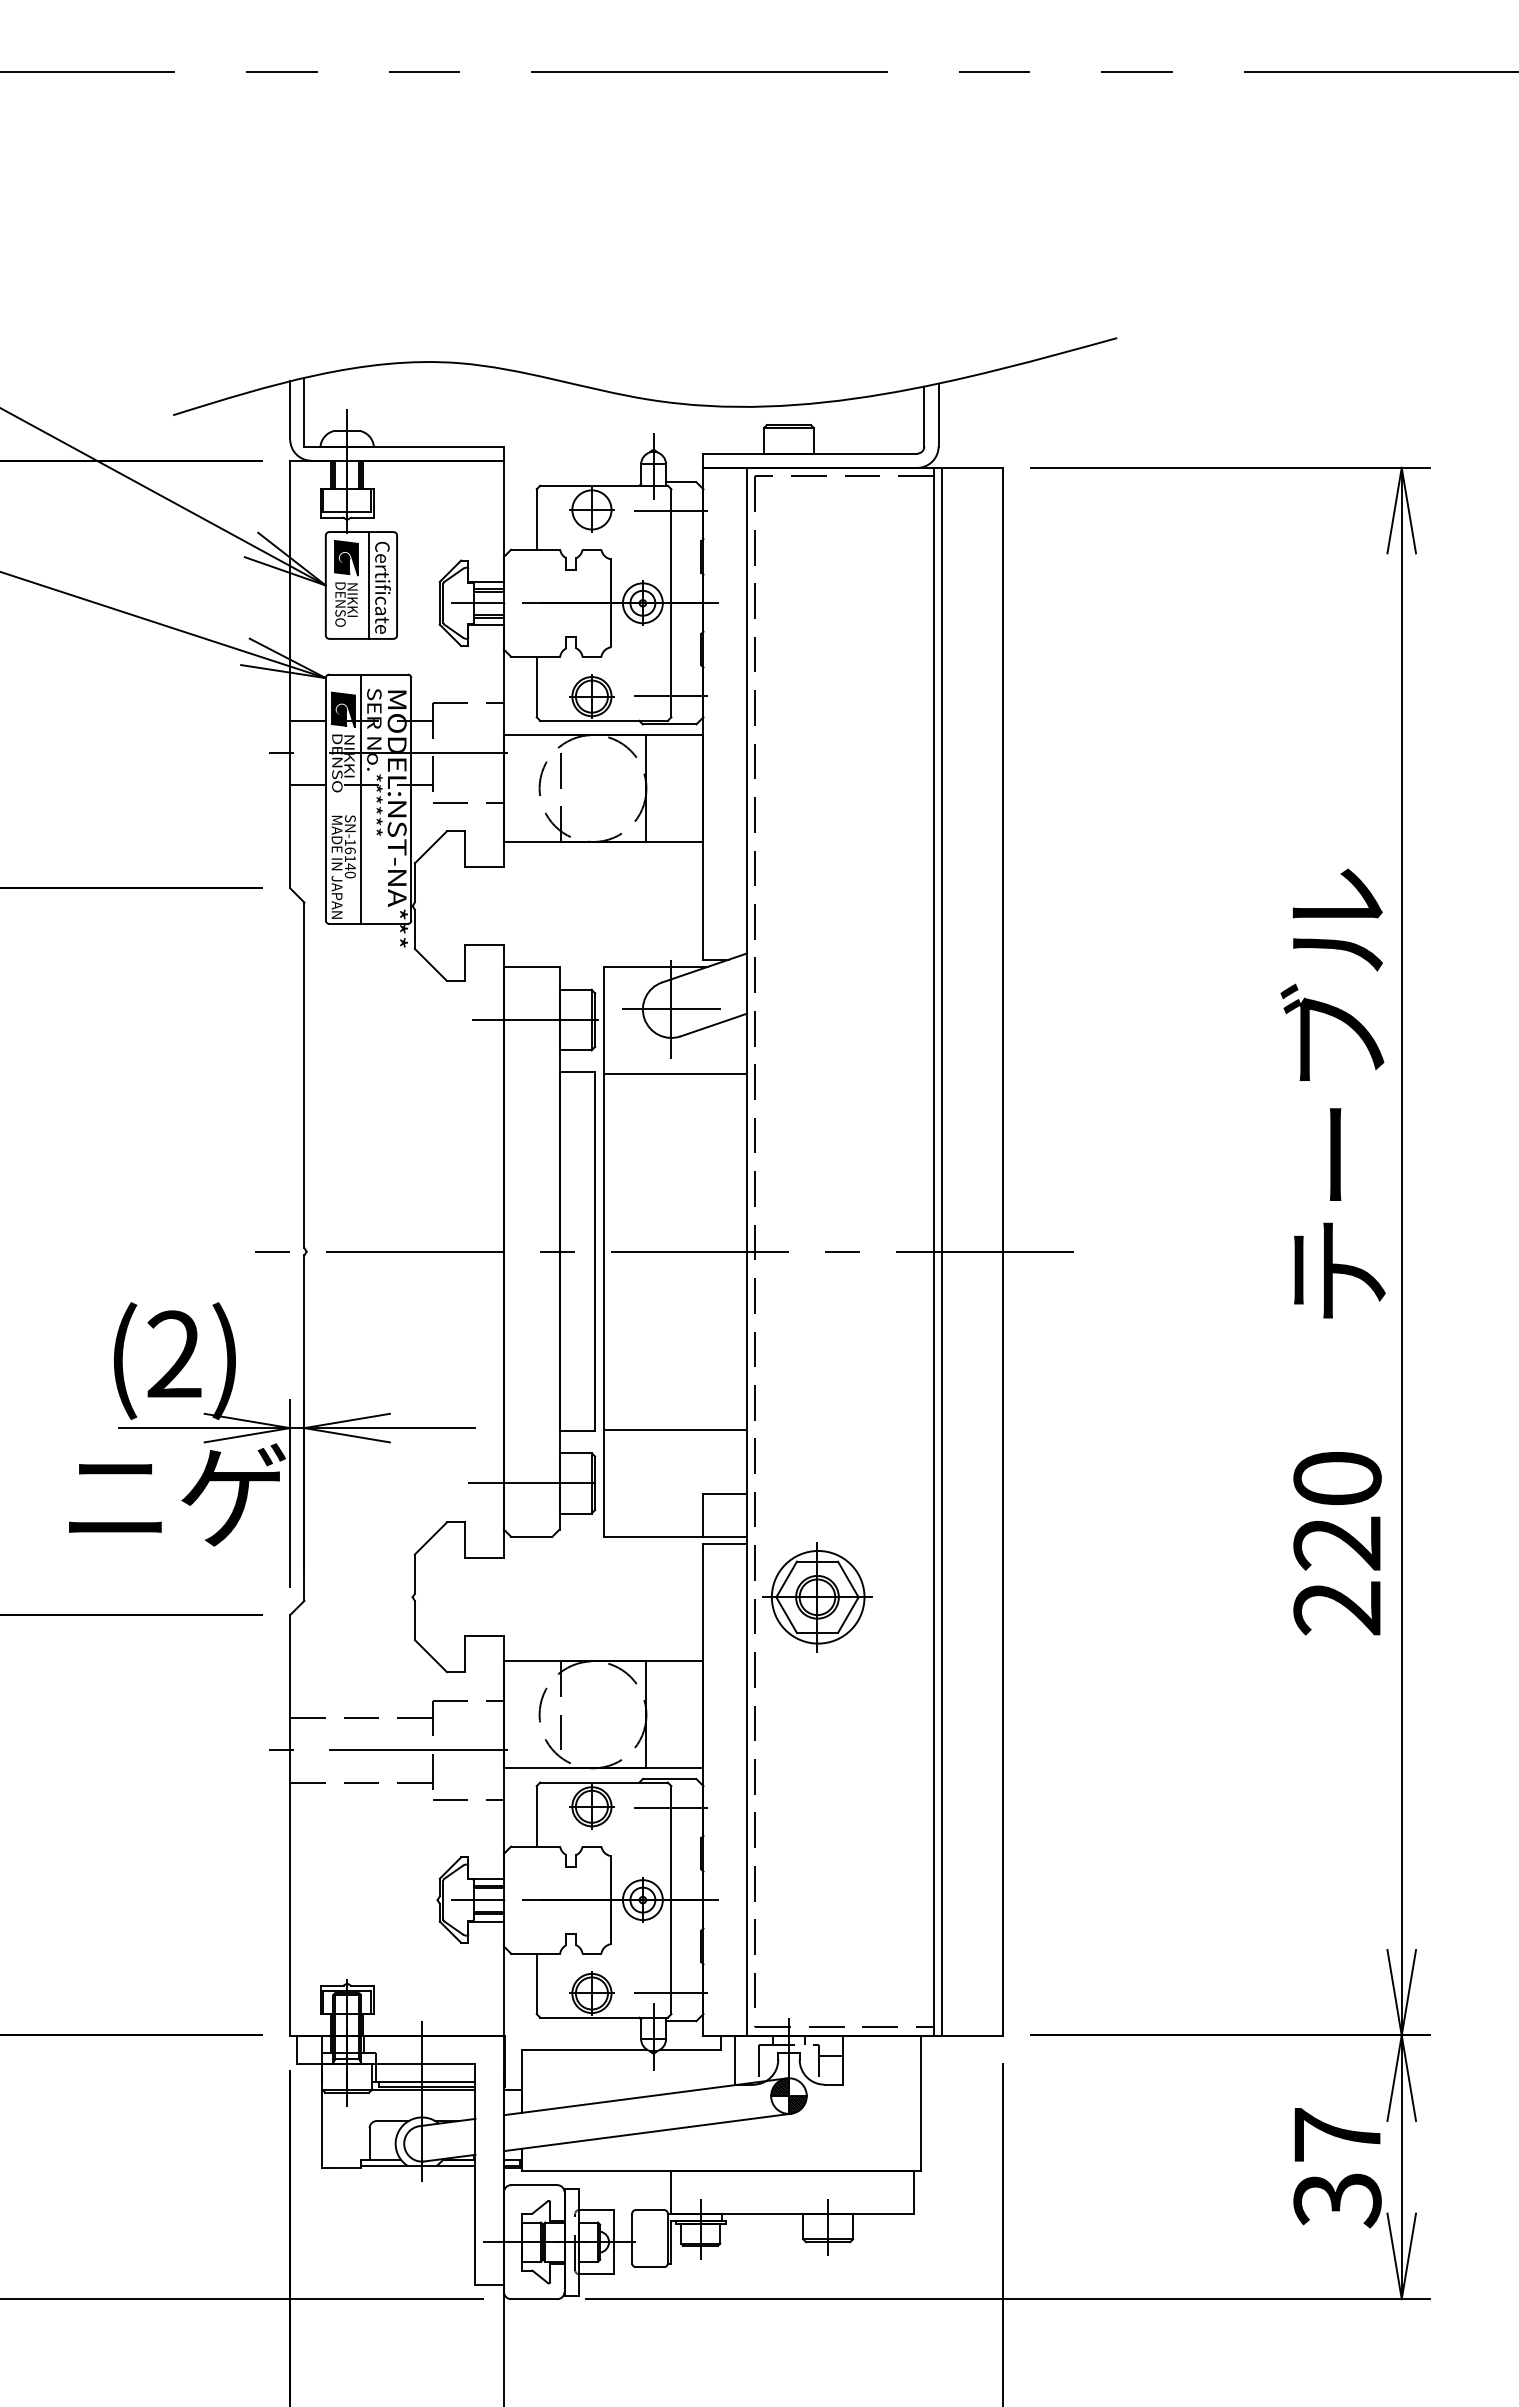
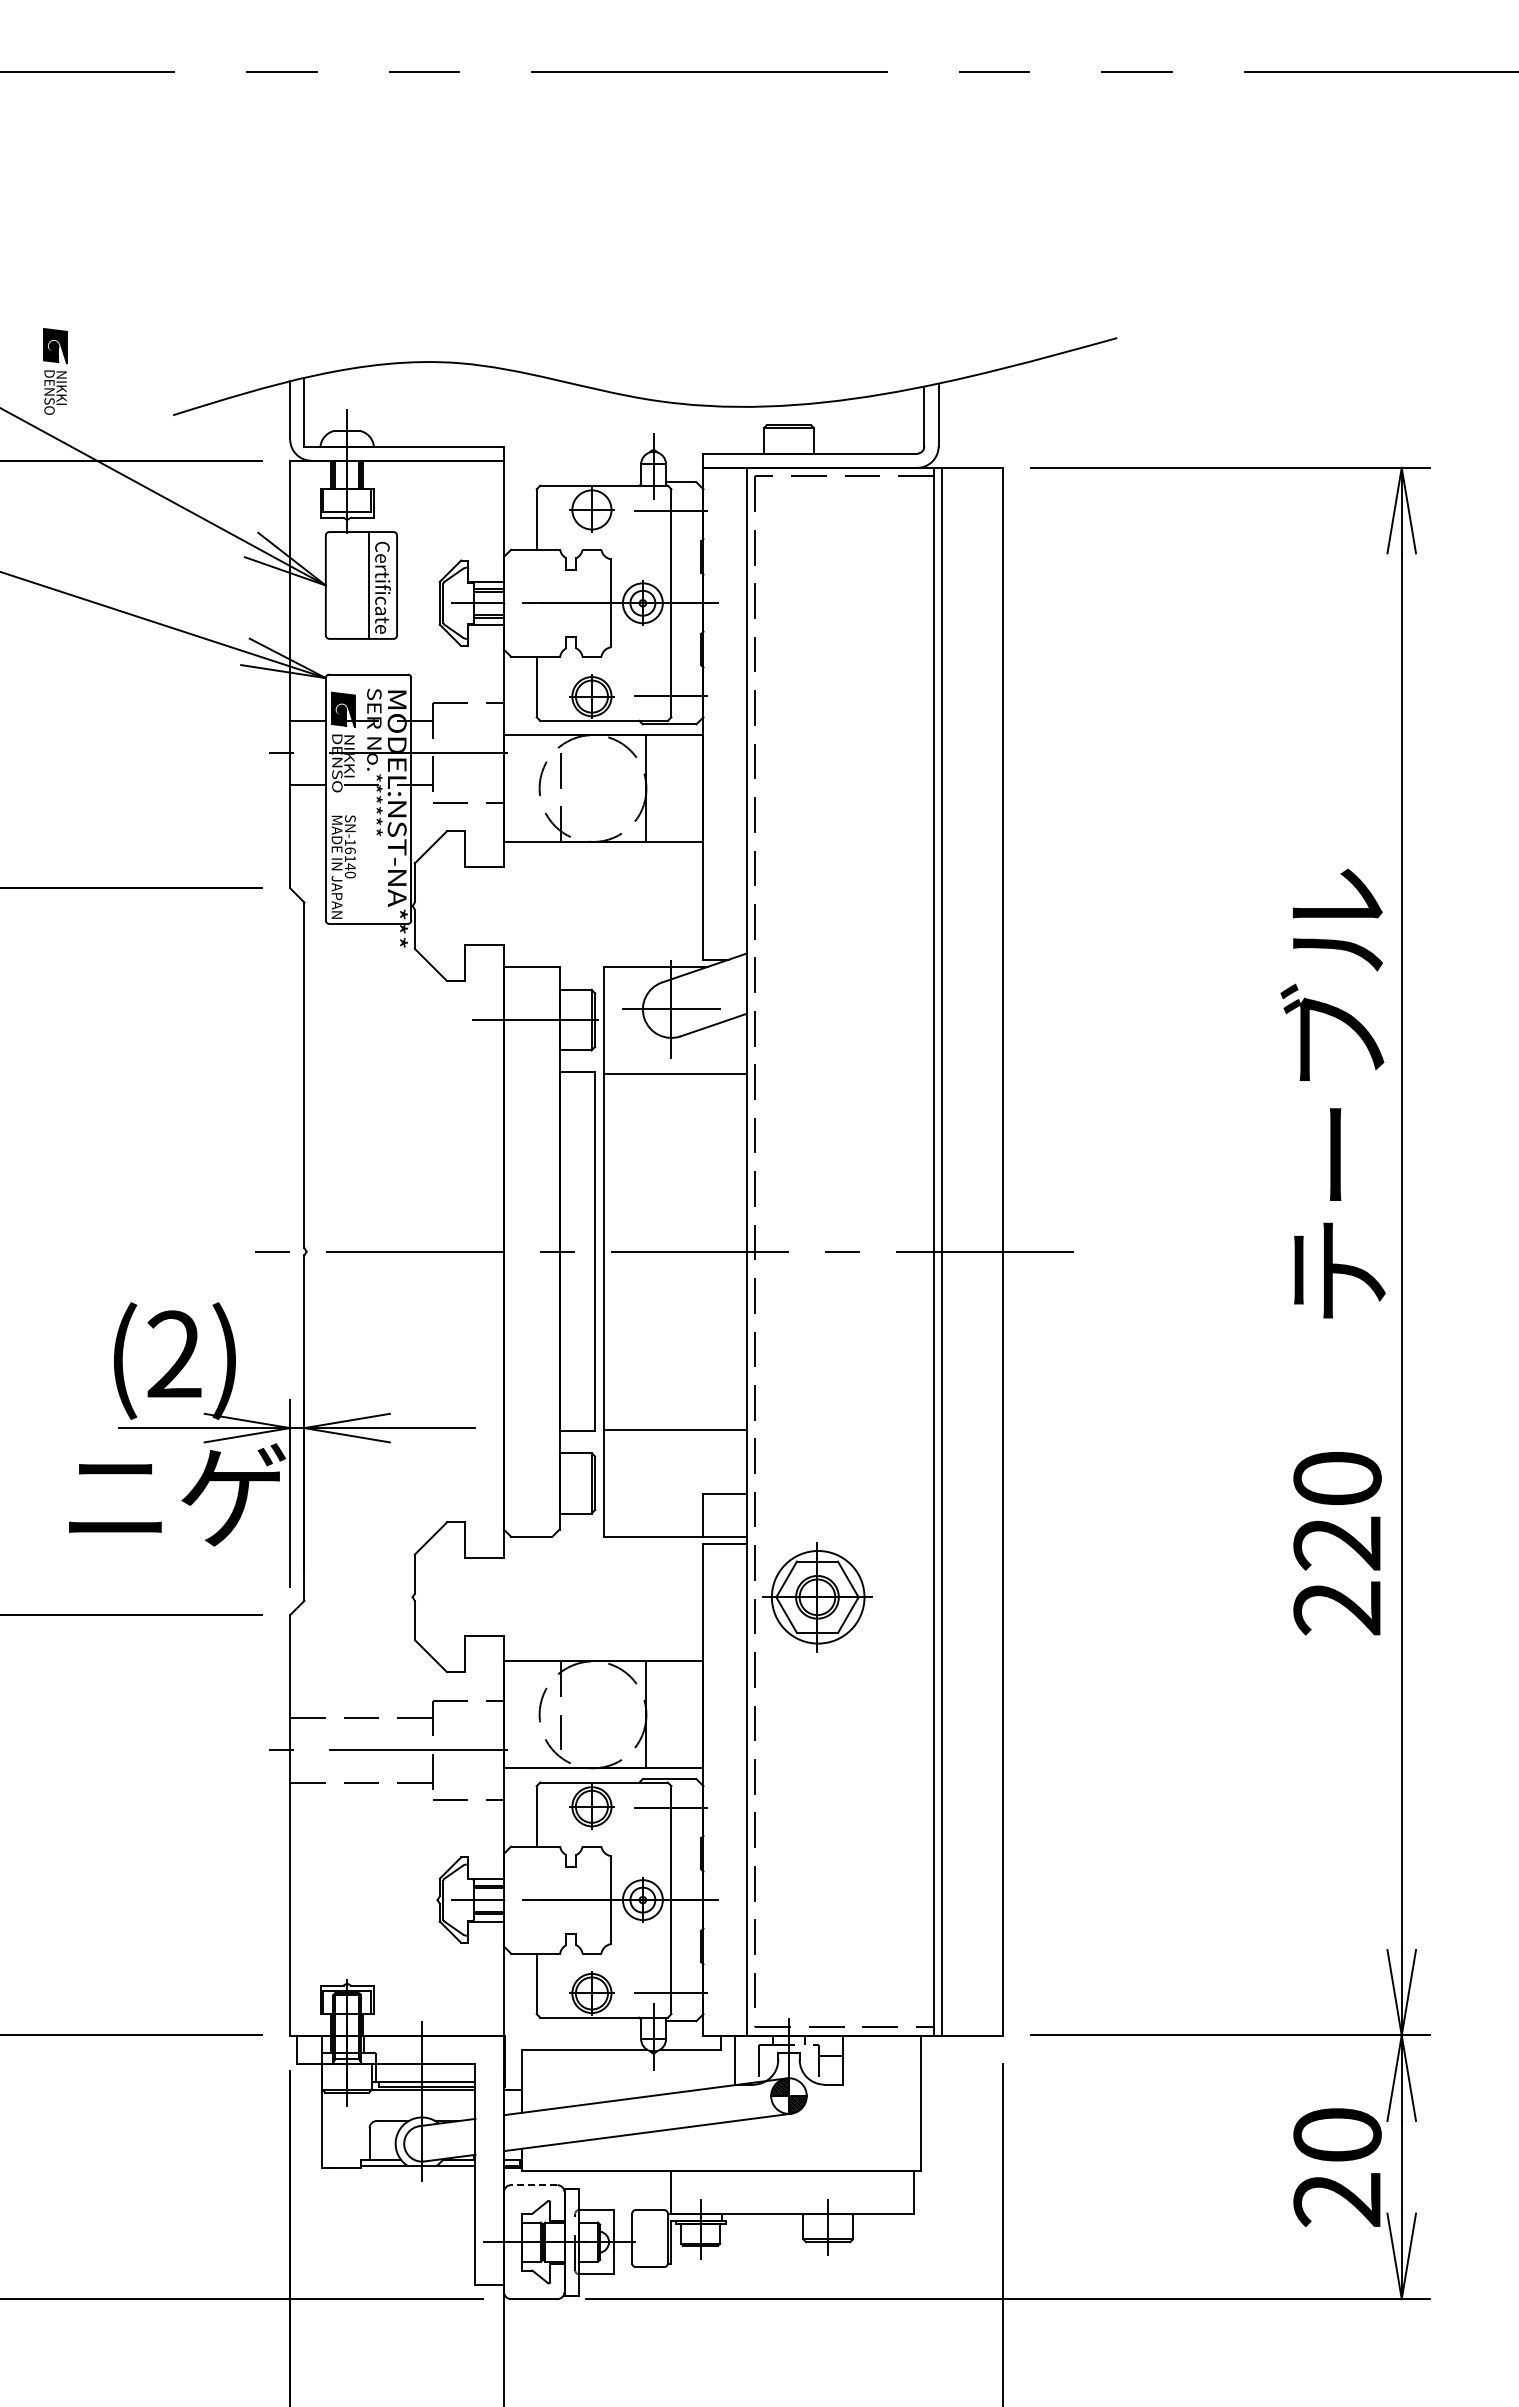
part at (346, 583) position: (346, 583) -> (55, 371)
line at (361, 798): present -> none
line at (531, 1483): present -> none
text at (1337, 2168): 37 -> 20
line at (533, 2185): solid -> dashed
